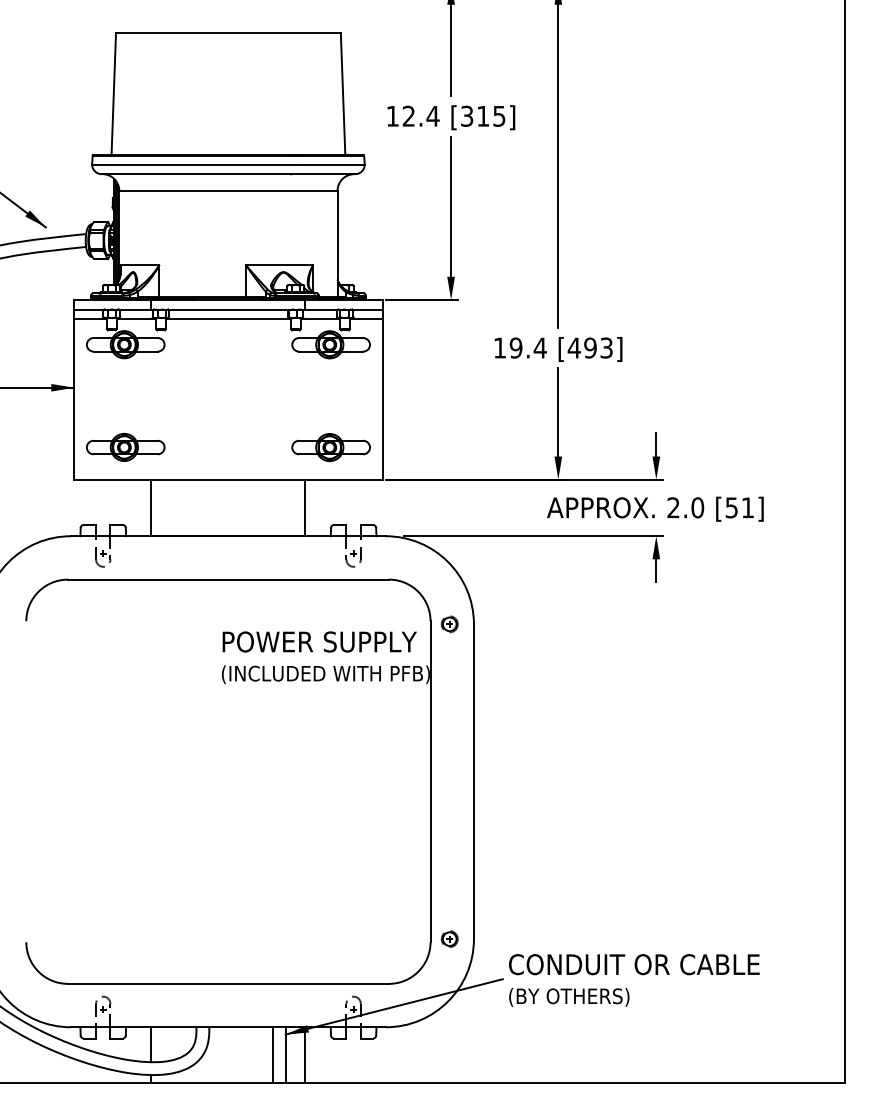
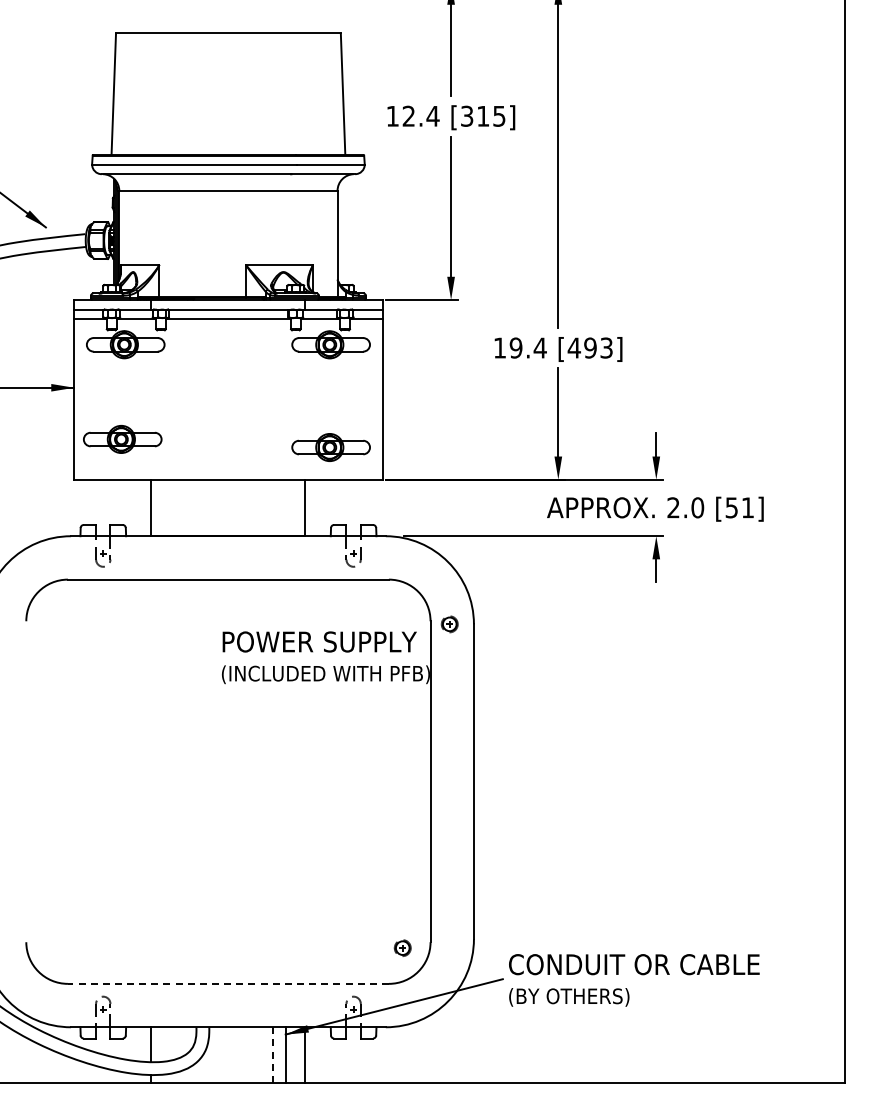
part at (125, 447) position: (125, 447) -> (122, 439)
part at (449, 938) position: (449, 938) -> (402, 947)
line at (227, 983): solid -> dashed
line at (272, 1054): solid -> dashed
